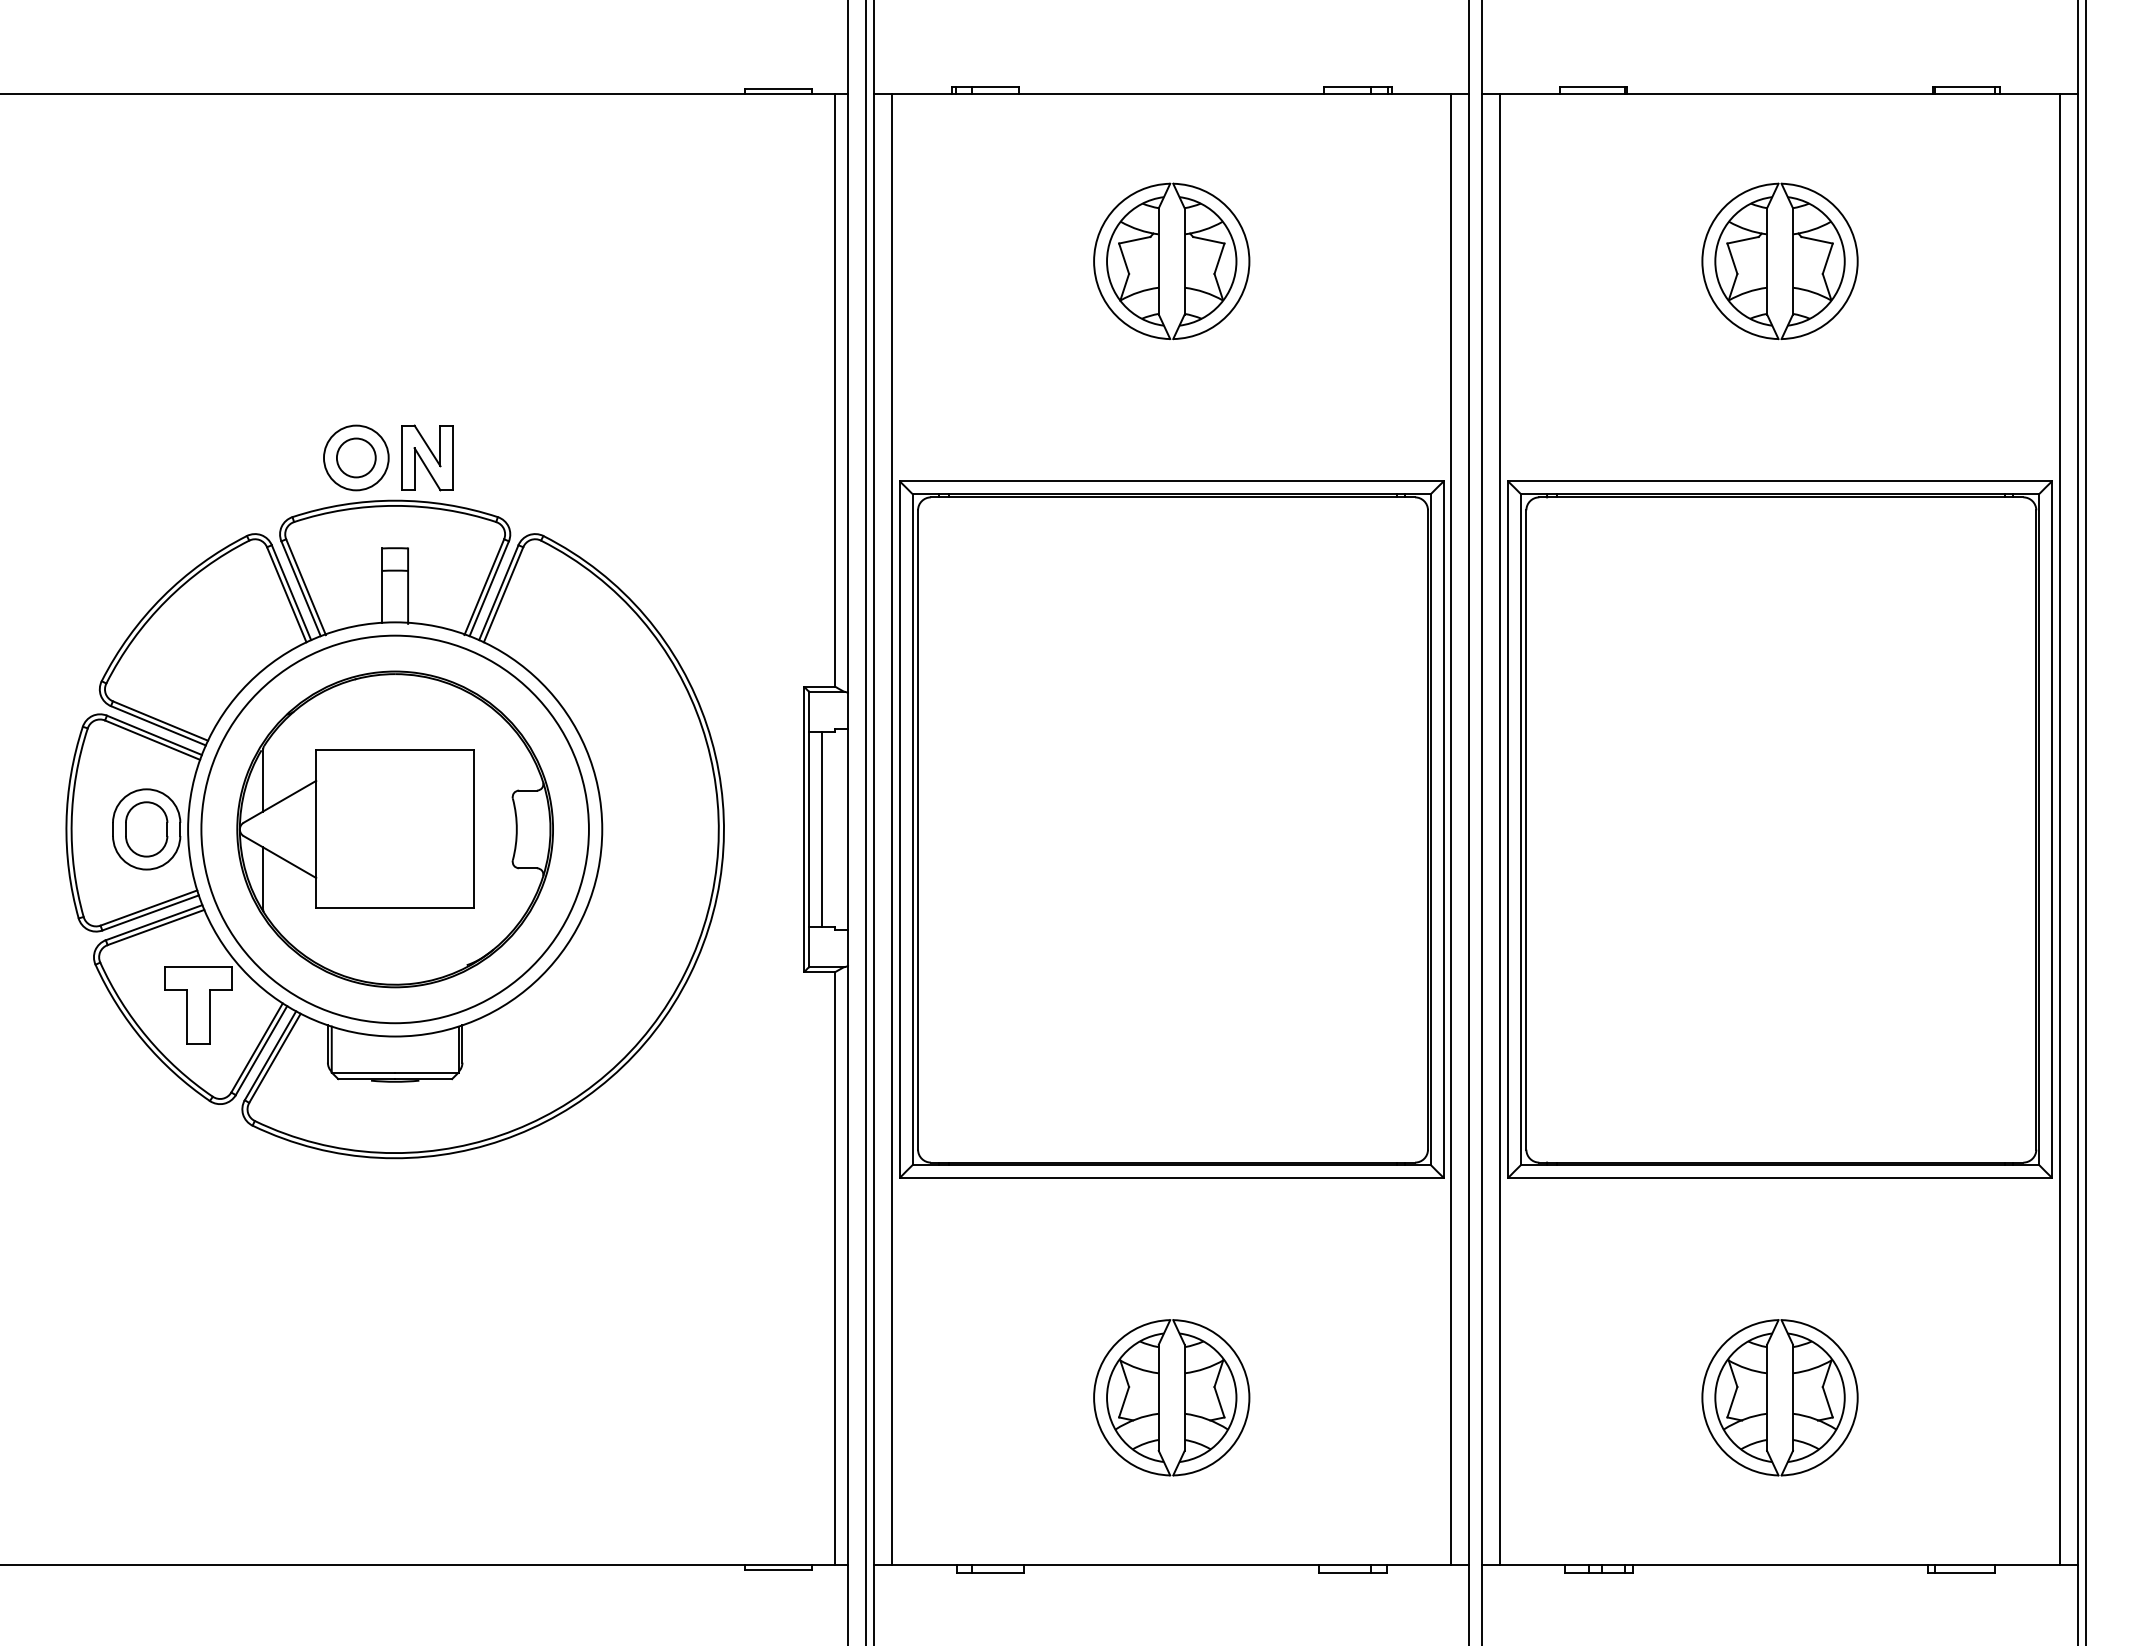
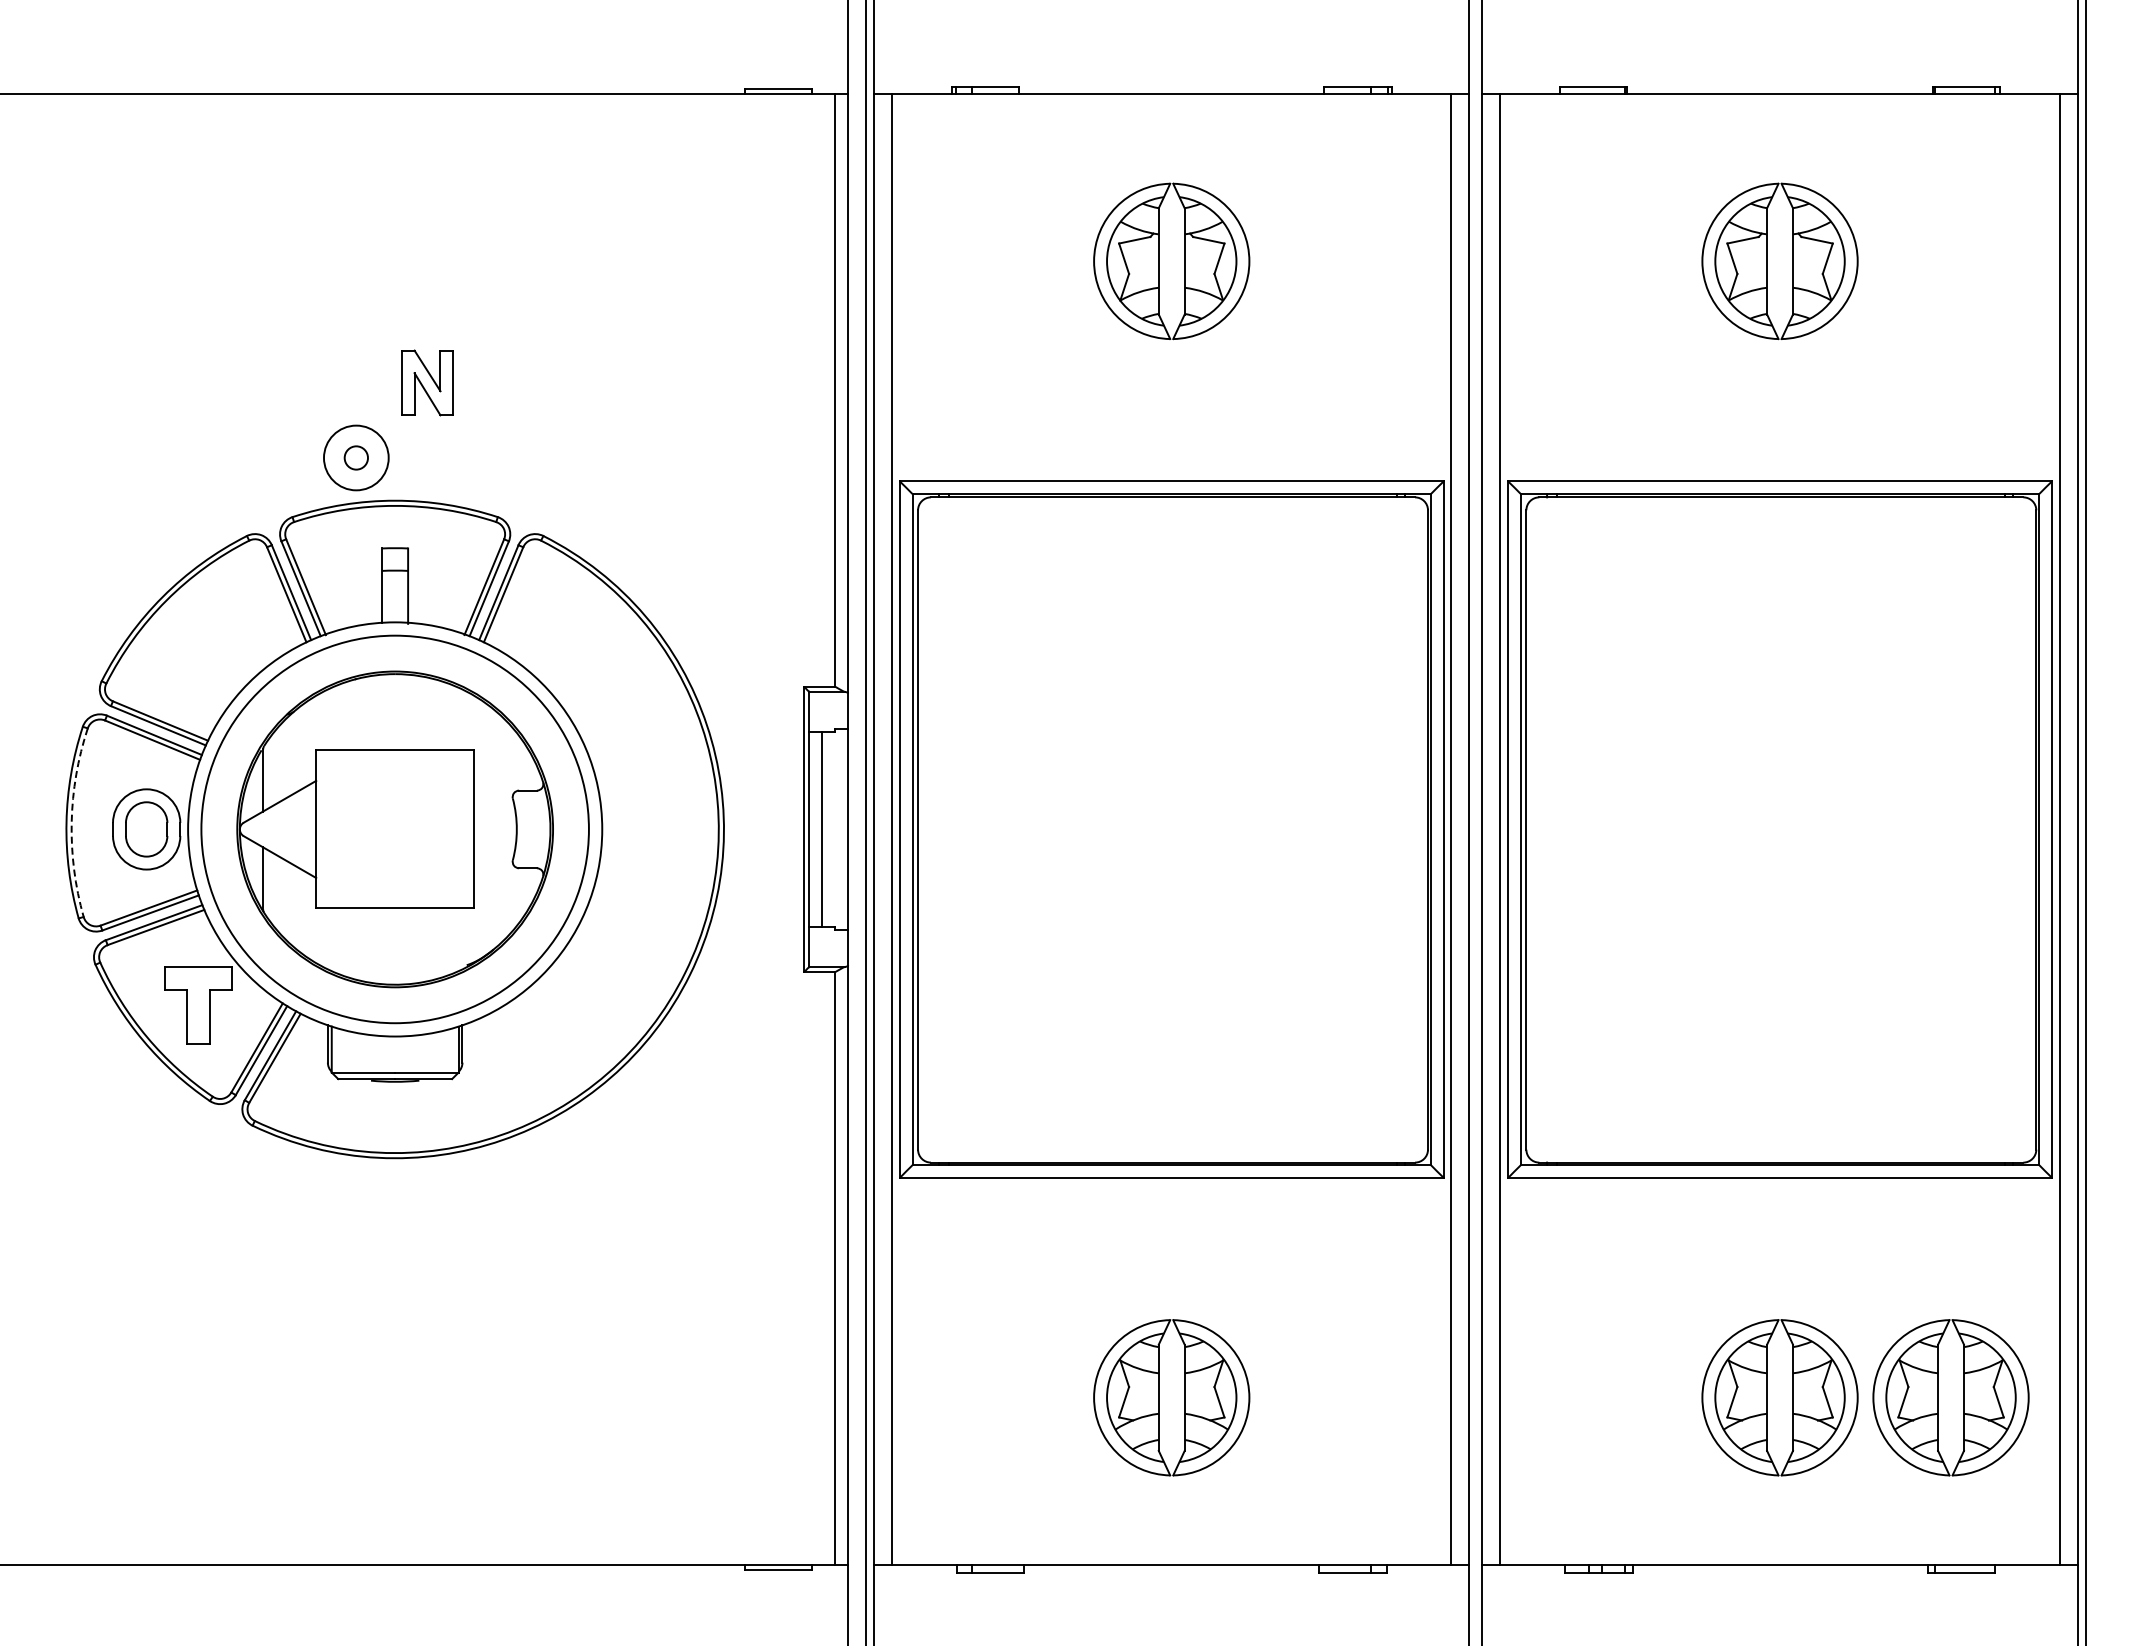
circle at (355, 457) diameter: 39 px -> 23 px
part at (427, 457) position: (427, 457) -> (427, 382)
arc at (71, 822): solid -> dashed
part at (1950, 1397): none -> present
